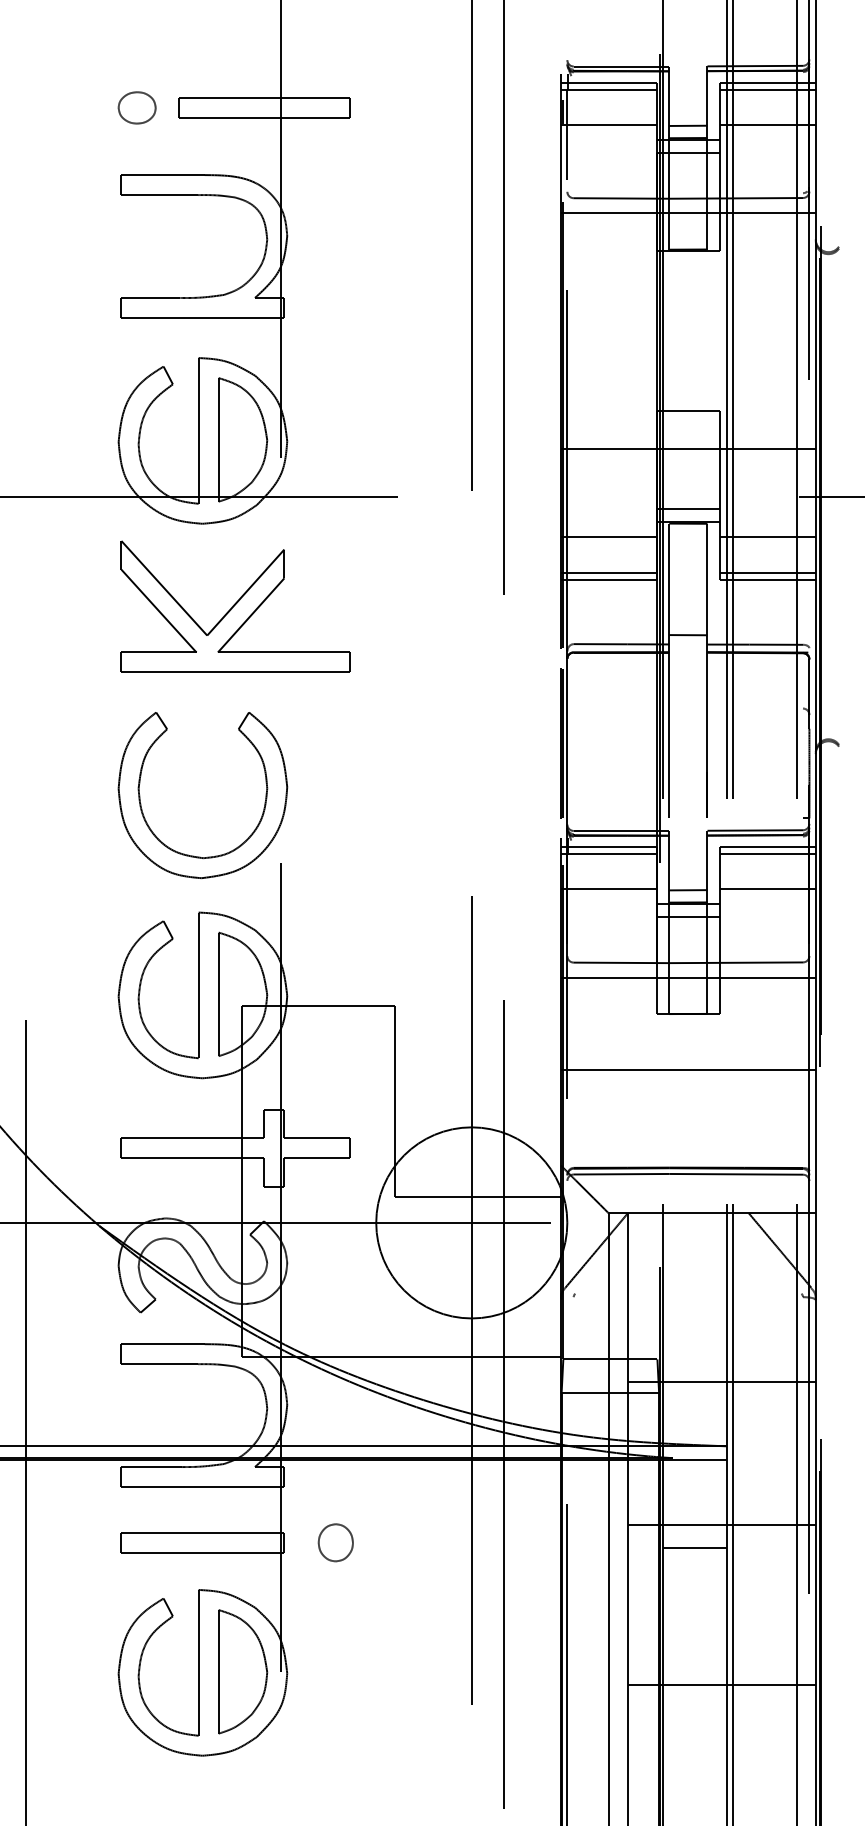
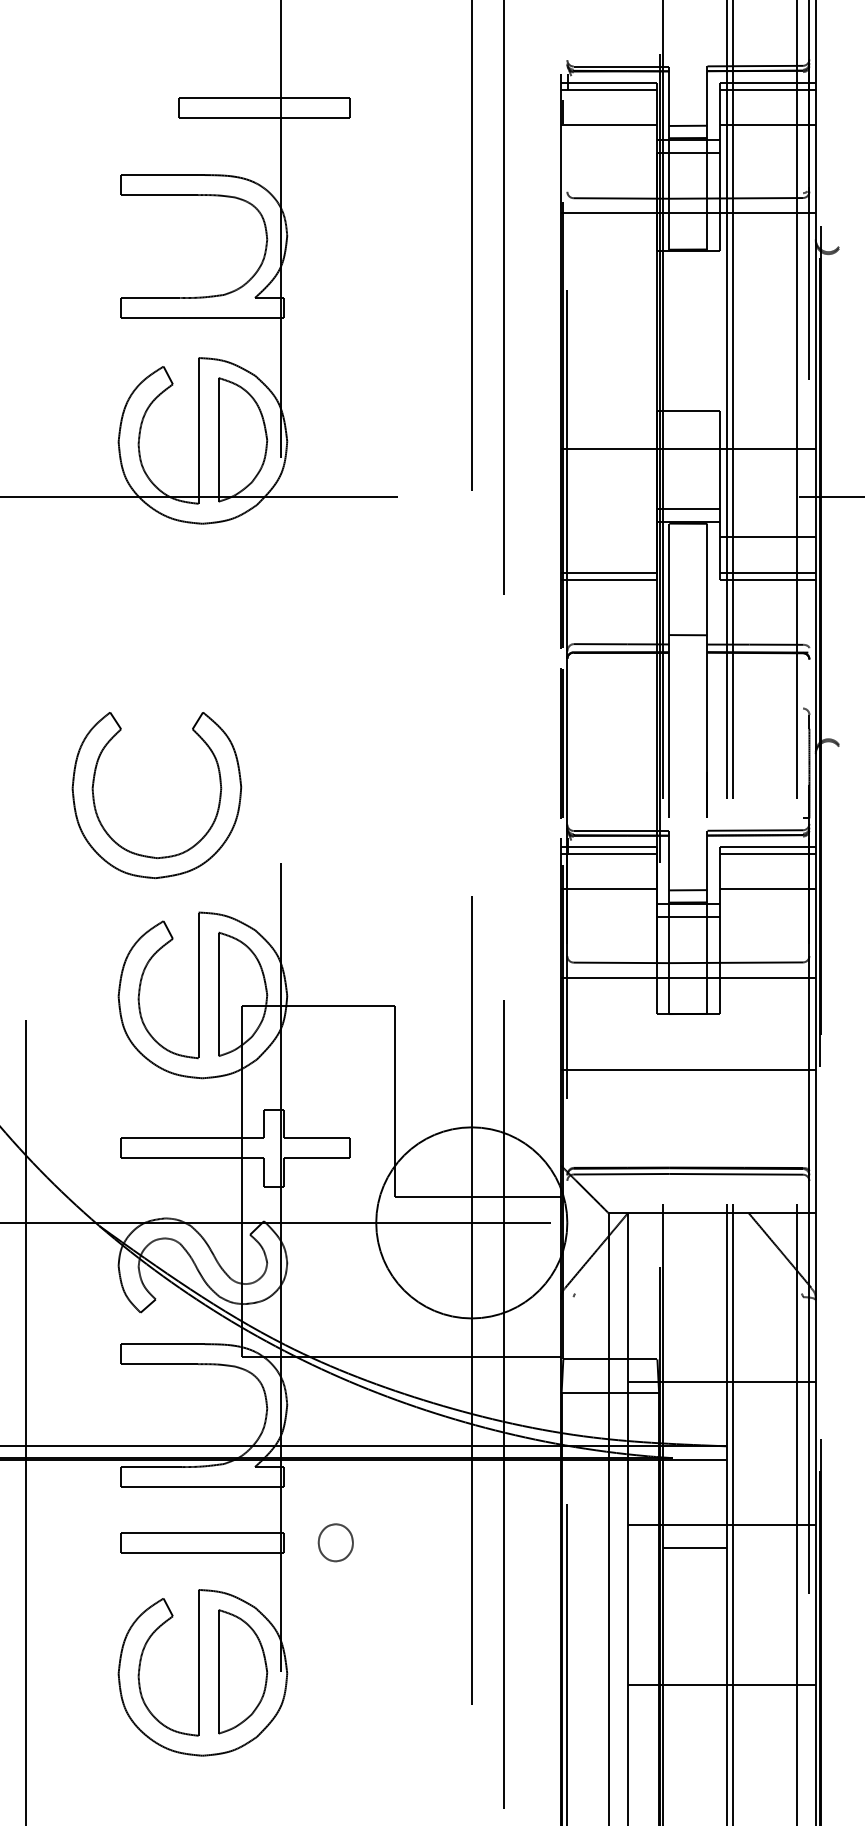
part at (136, 107): present -> none
line at (567, 134): present -> none
line at (608, 537): present -> none
part at (235, 606): present -> none
line at (809, 687): present -> none
part at (188, 854) position: (188, 854) -> (142, 854)
